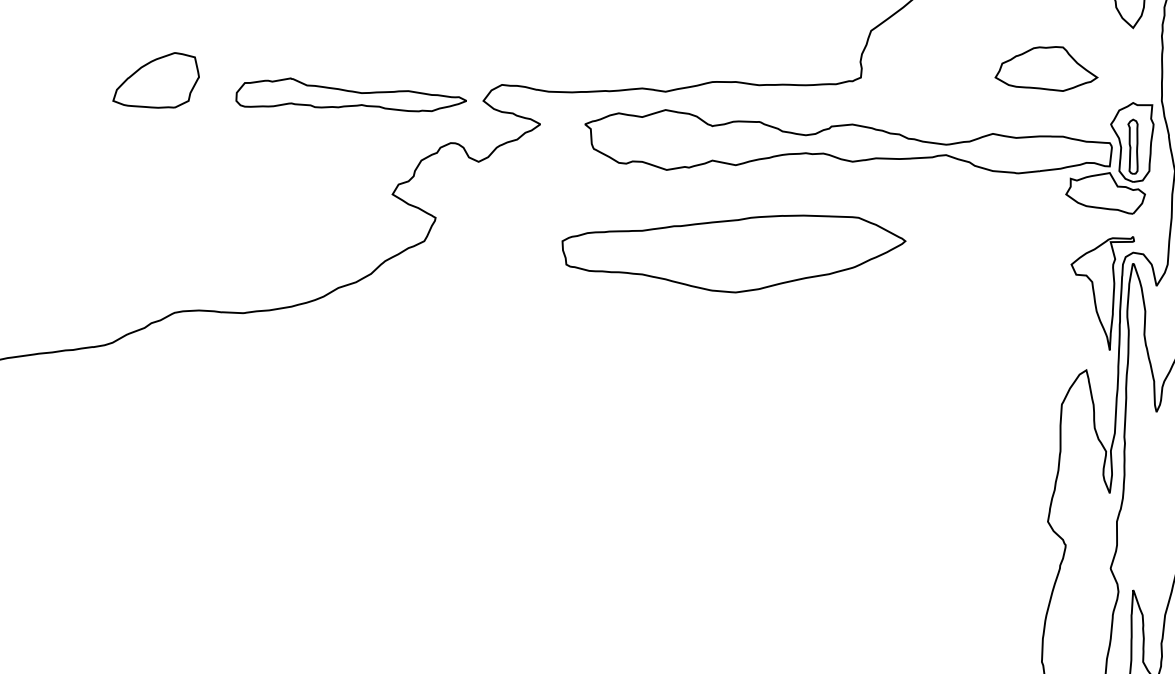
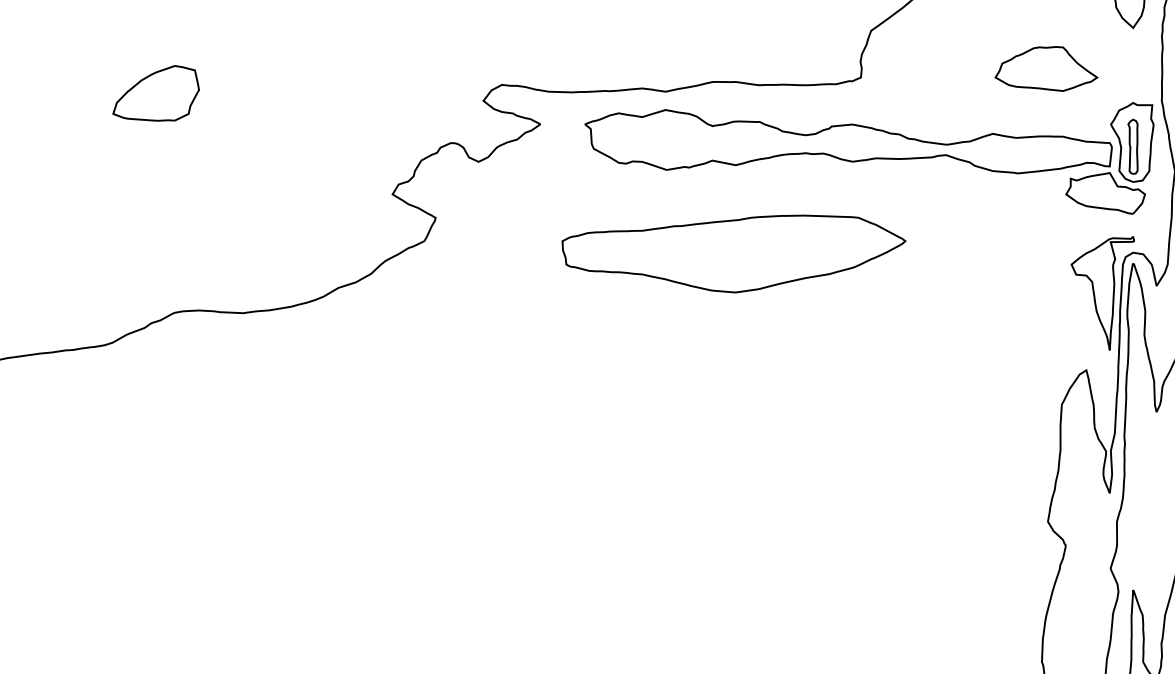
part at (155, 80) position: (155, 80) -> (155, 93)
part at (350, 94): present -> none
